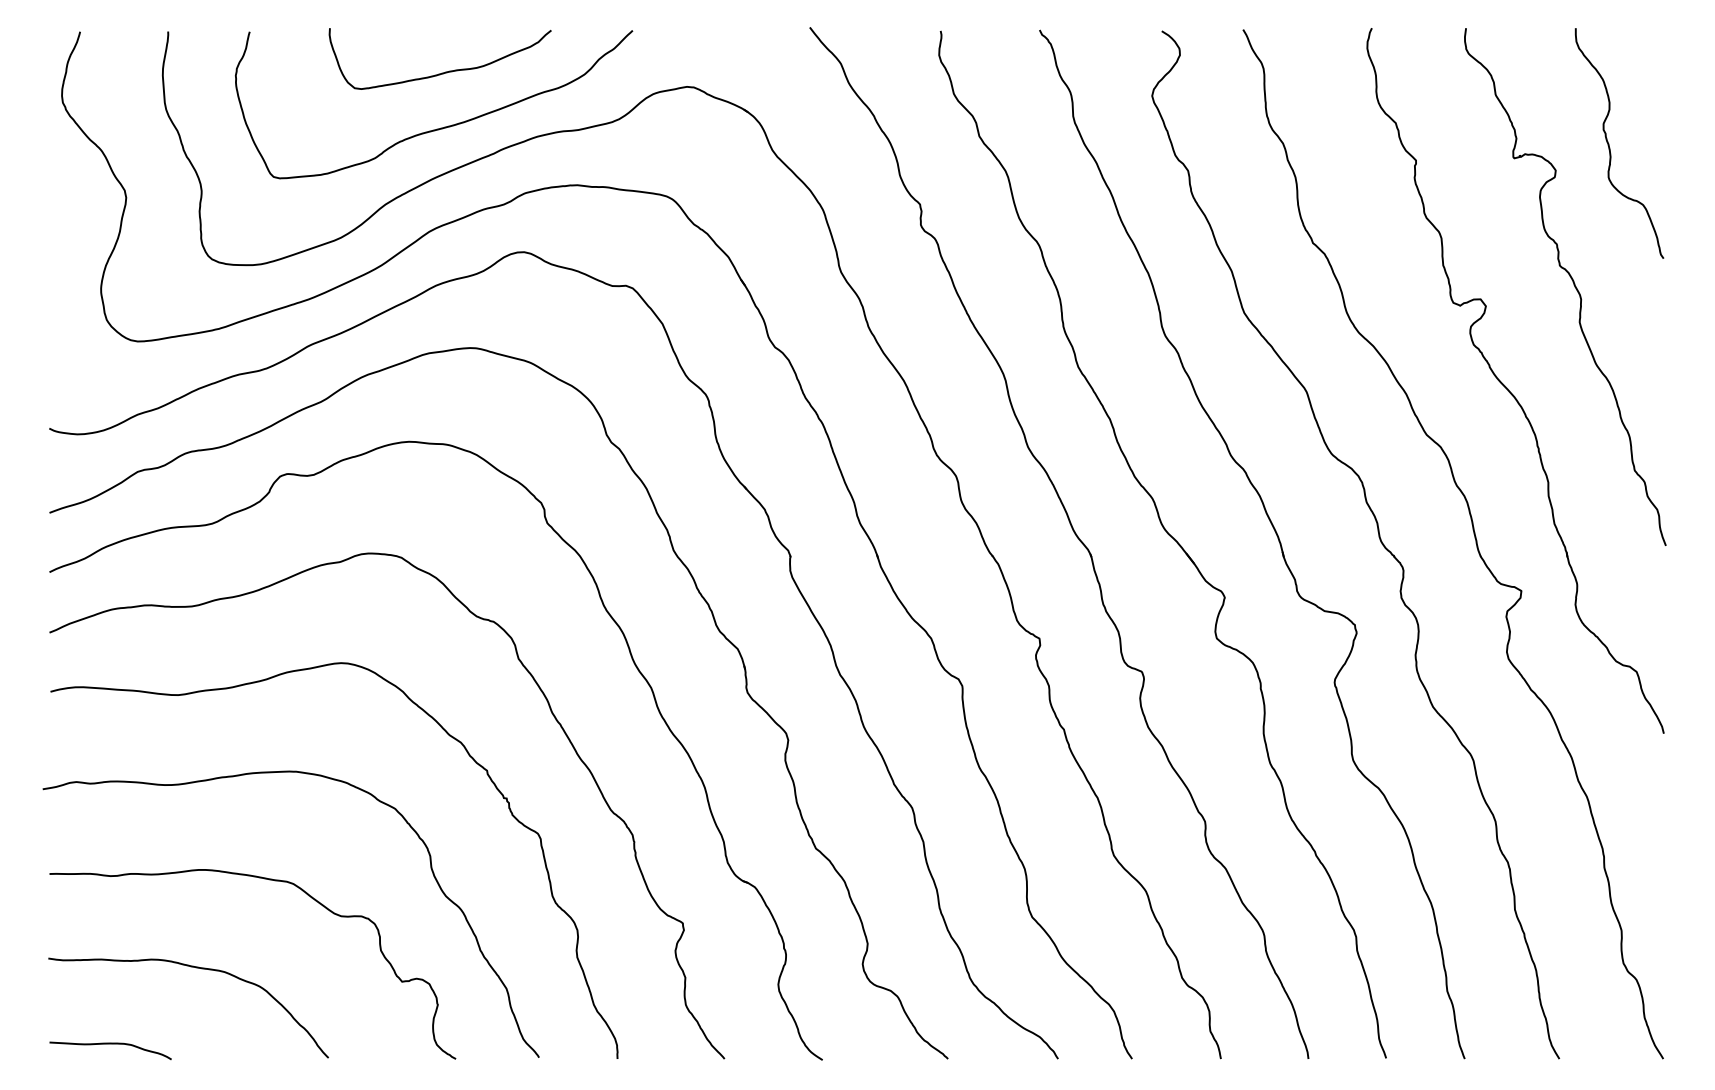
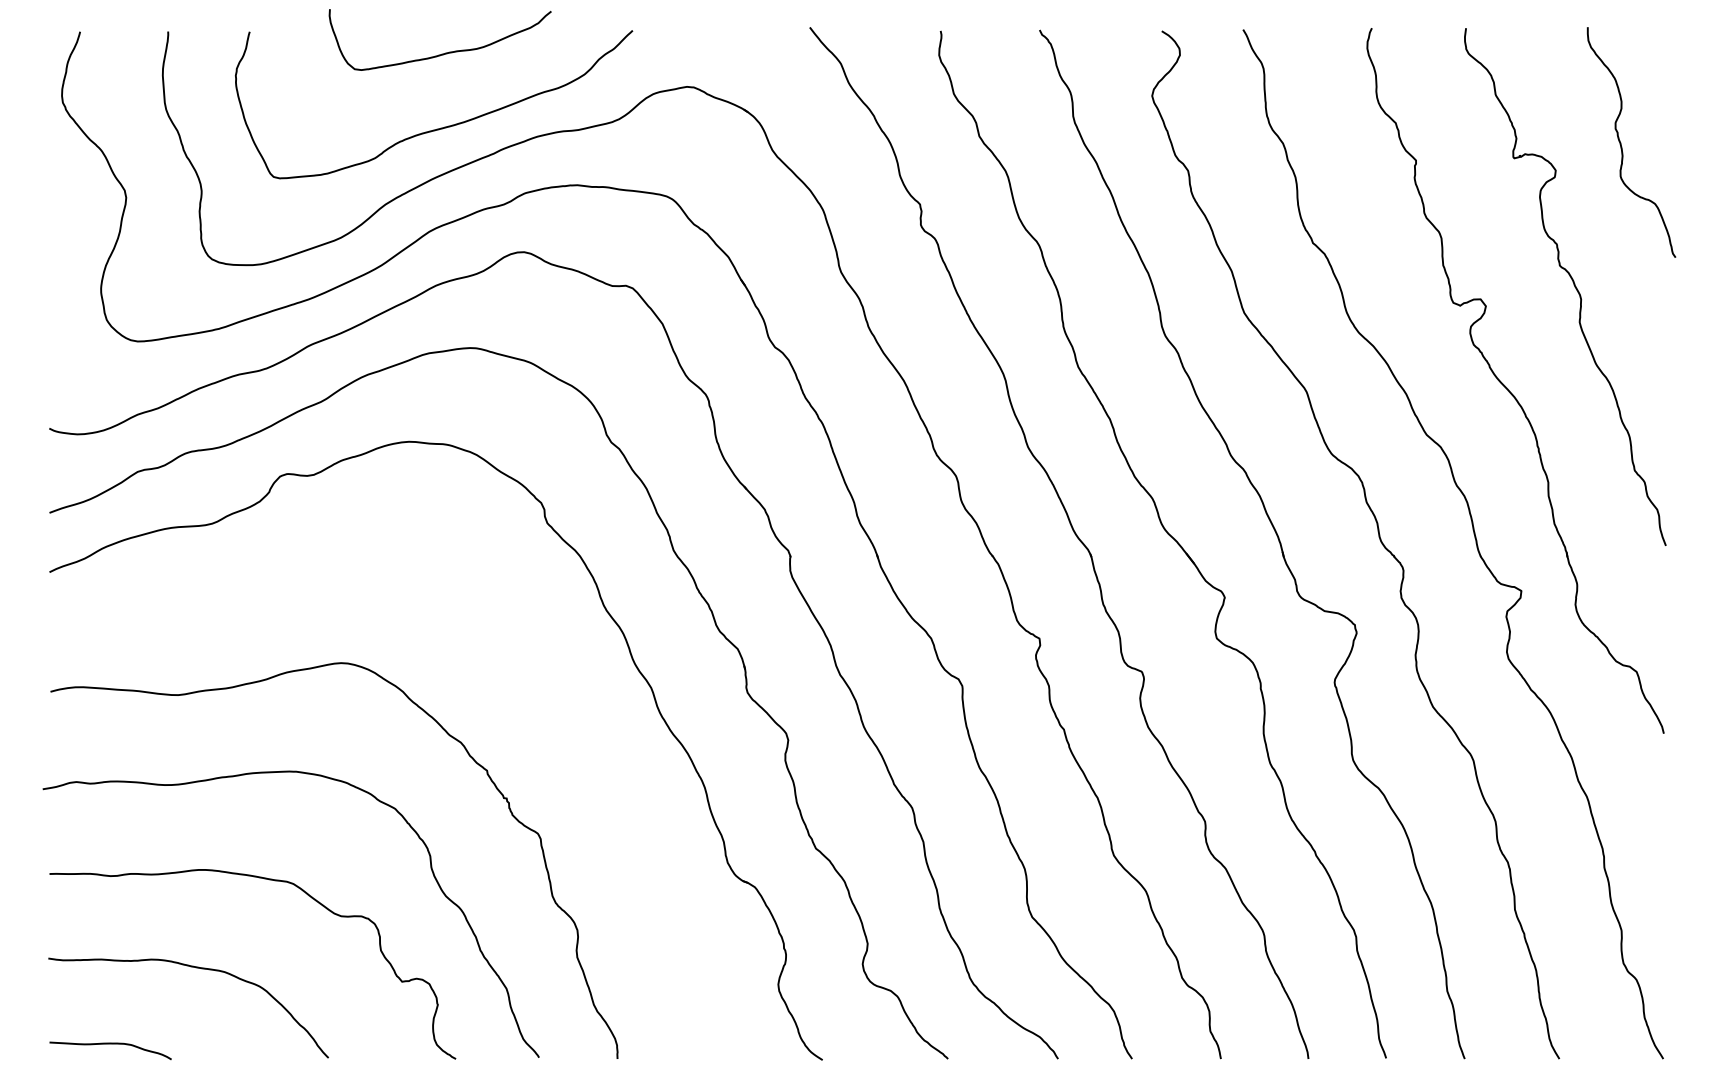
curve at (441, 72) position: (441, 72) -> (441, 53)
curve at (1610, 147) position: (1610, 147) -> (1622, 146)
curve at (552, 715): present -> none
